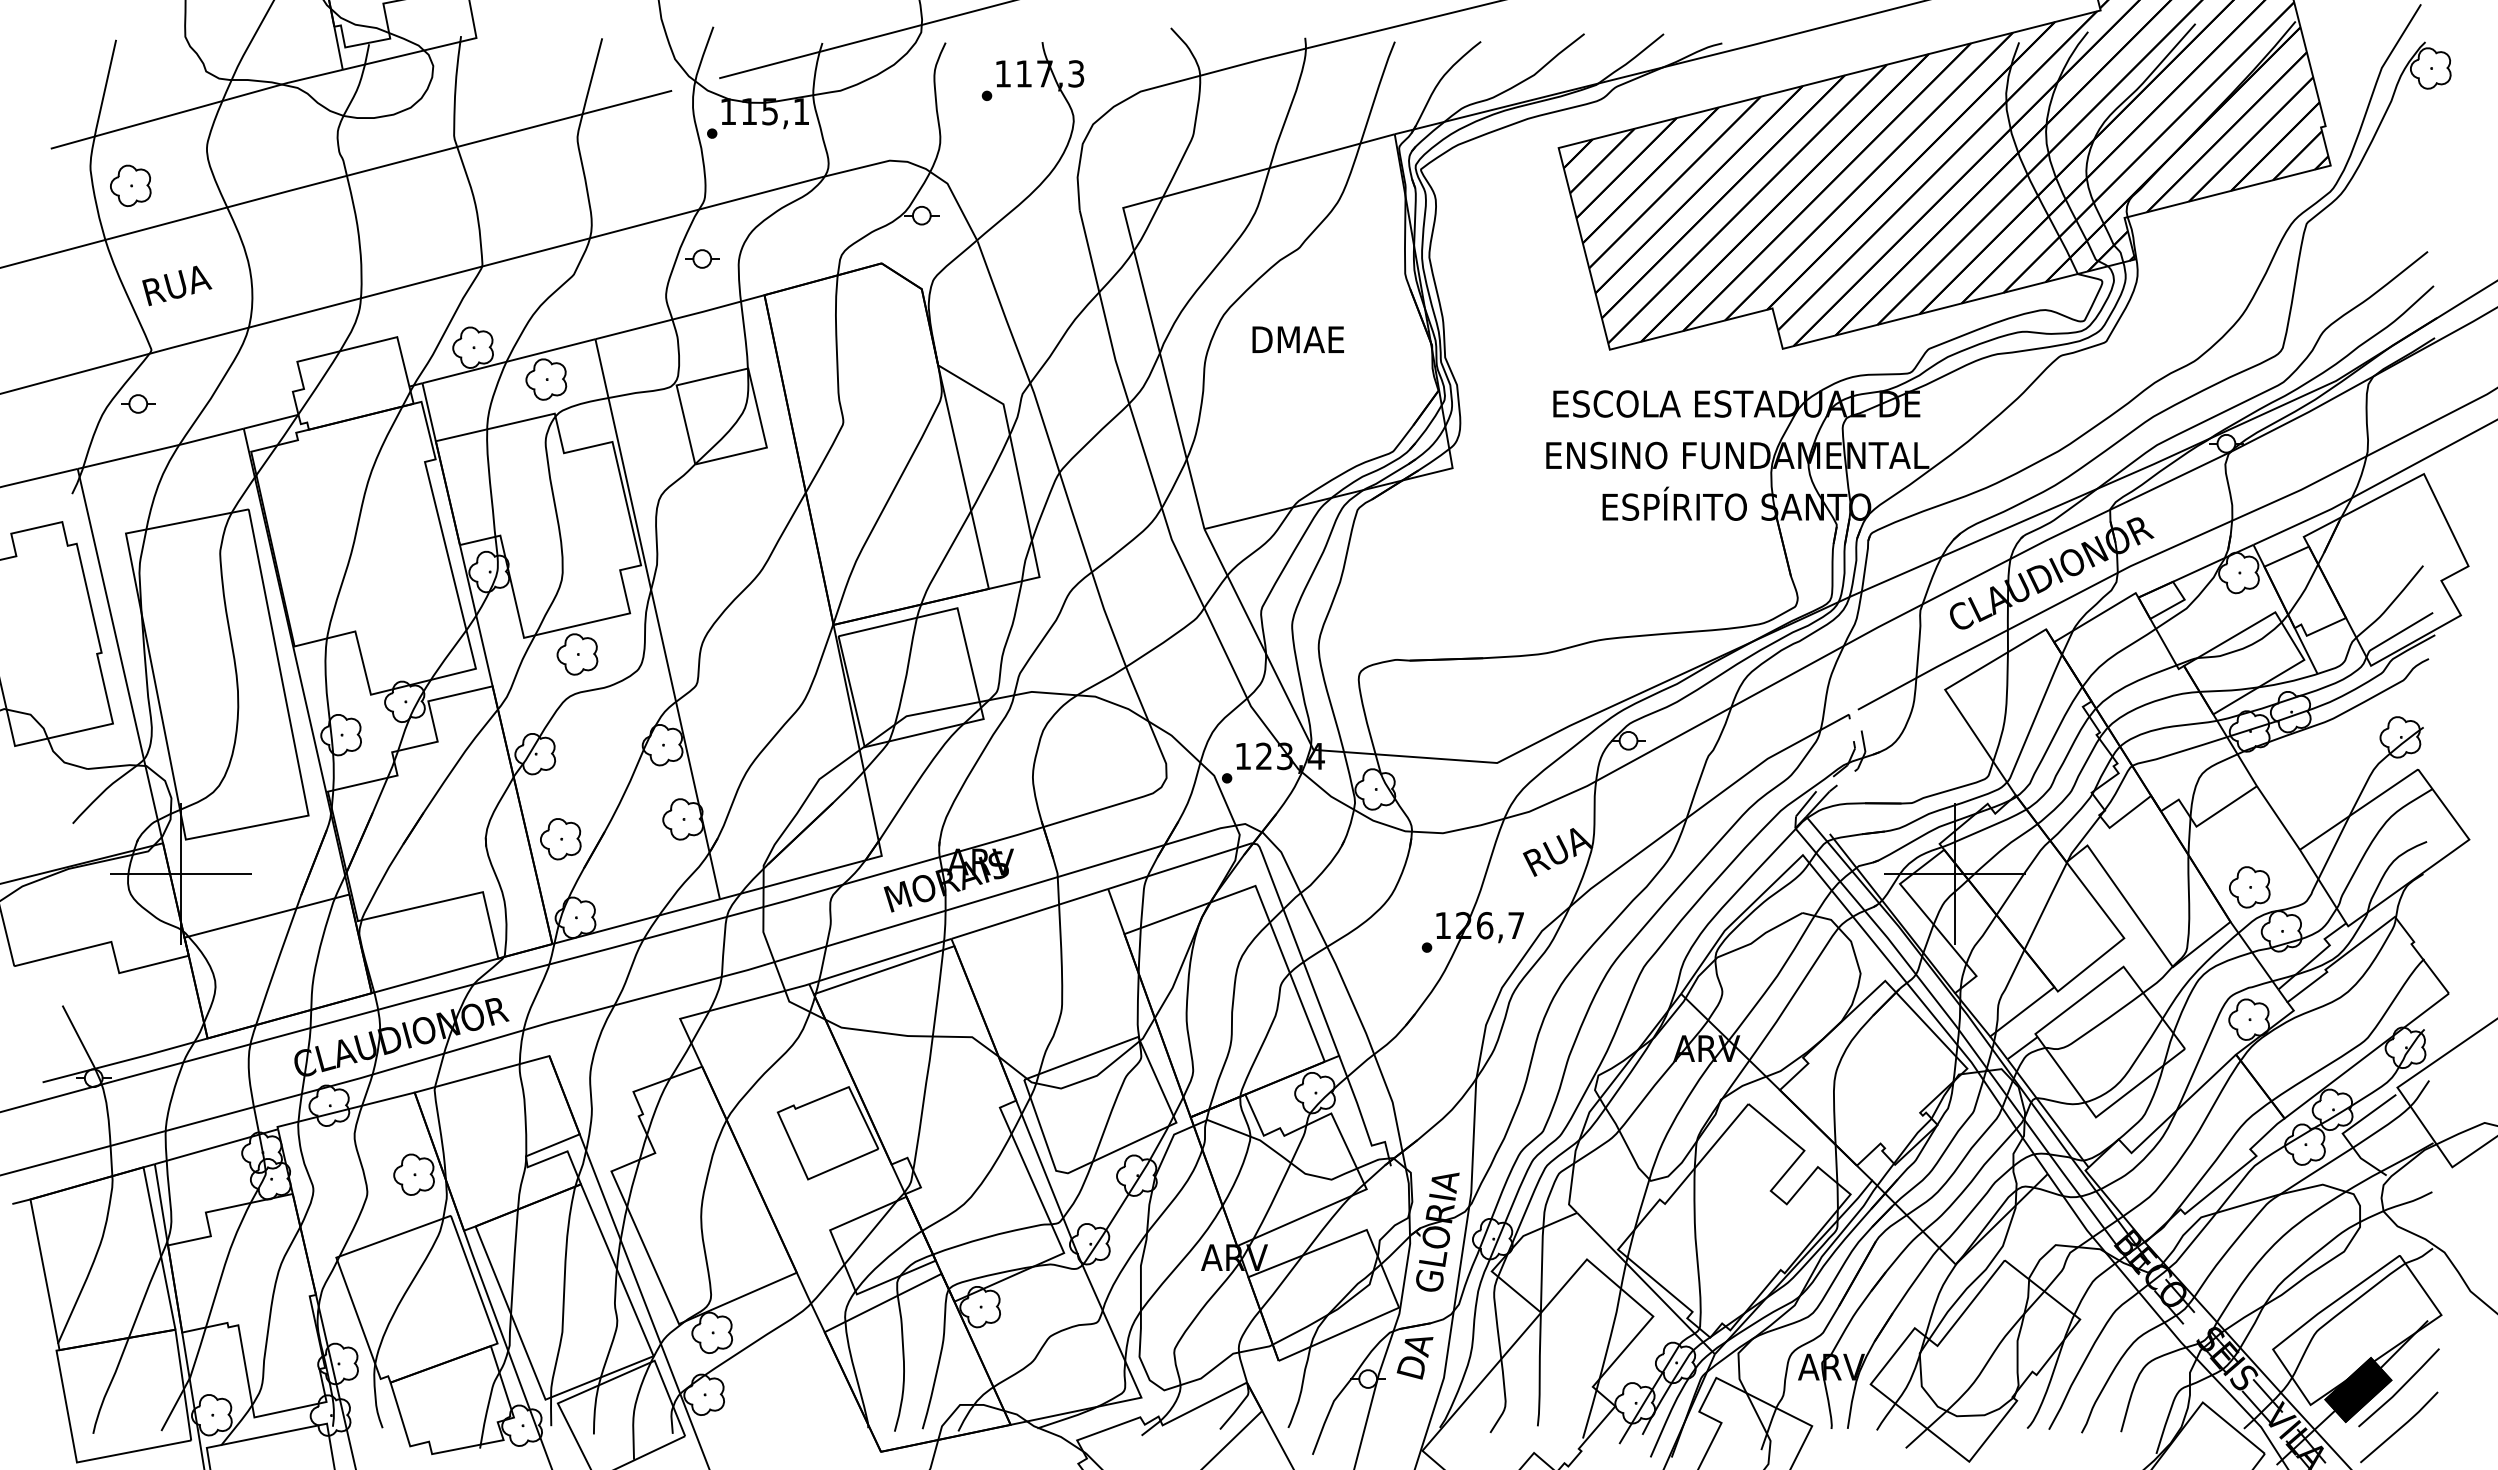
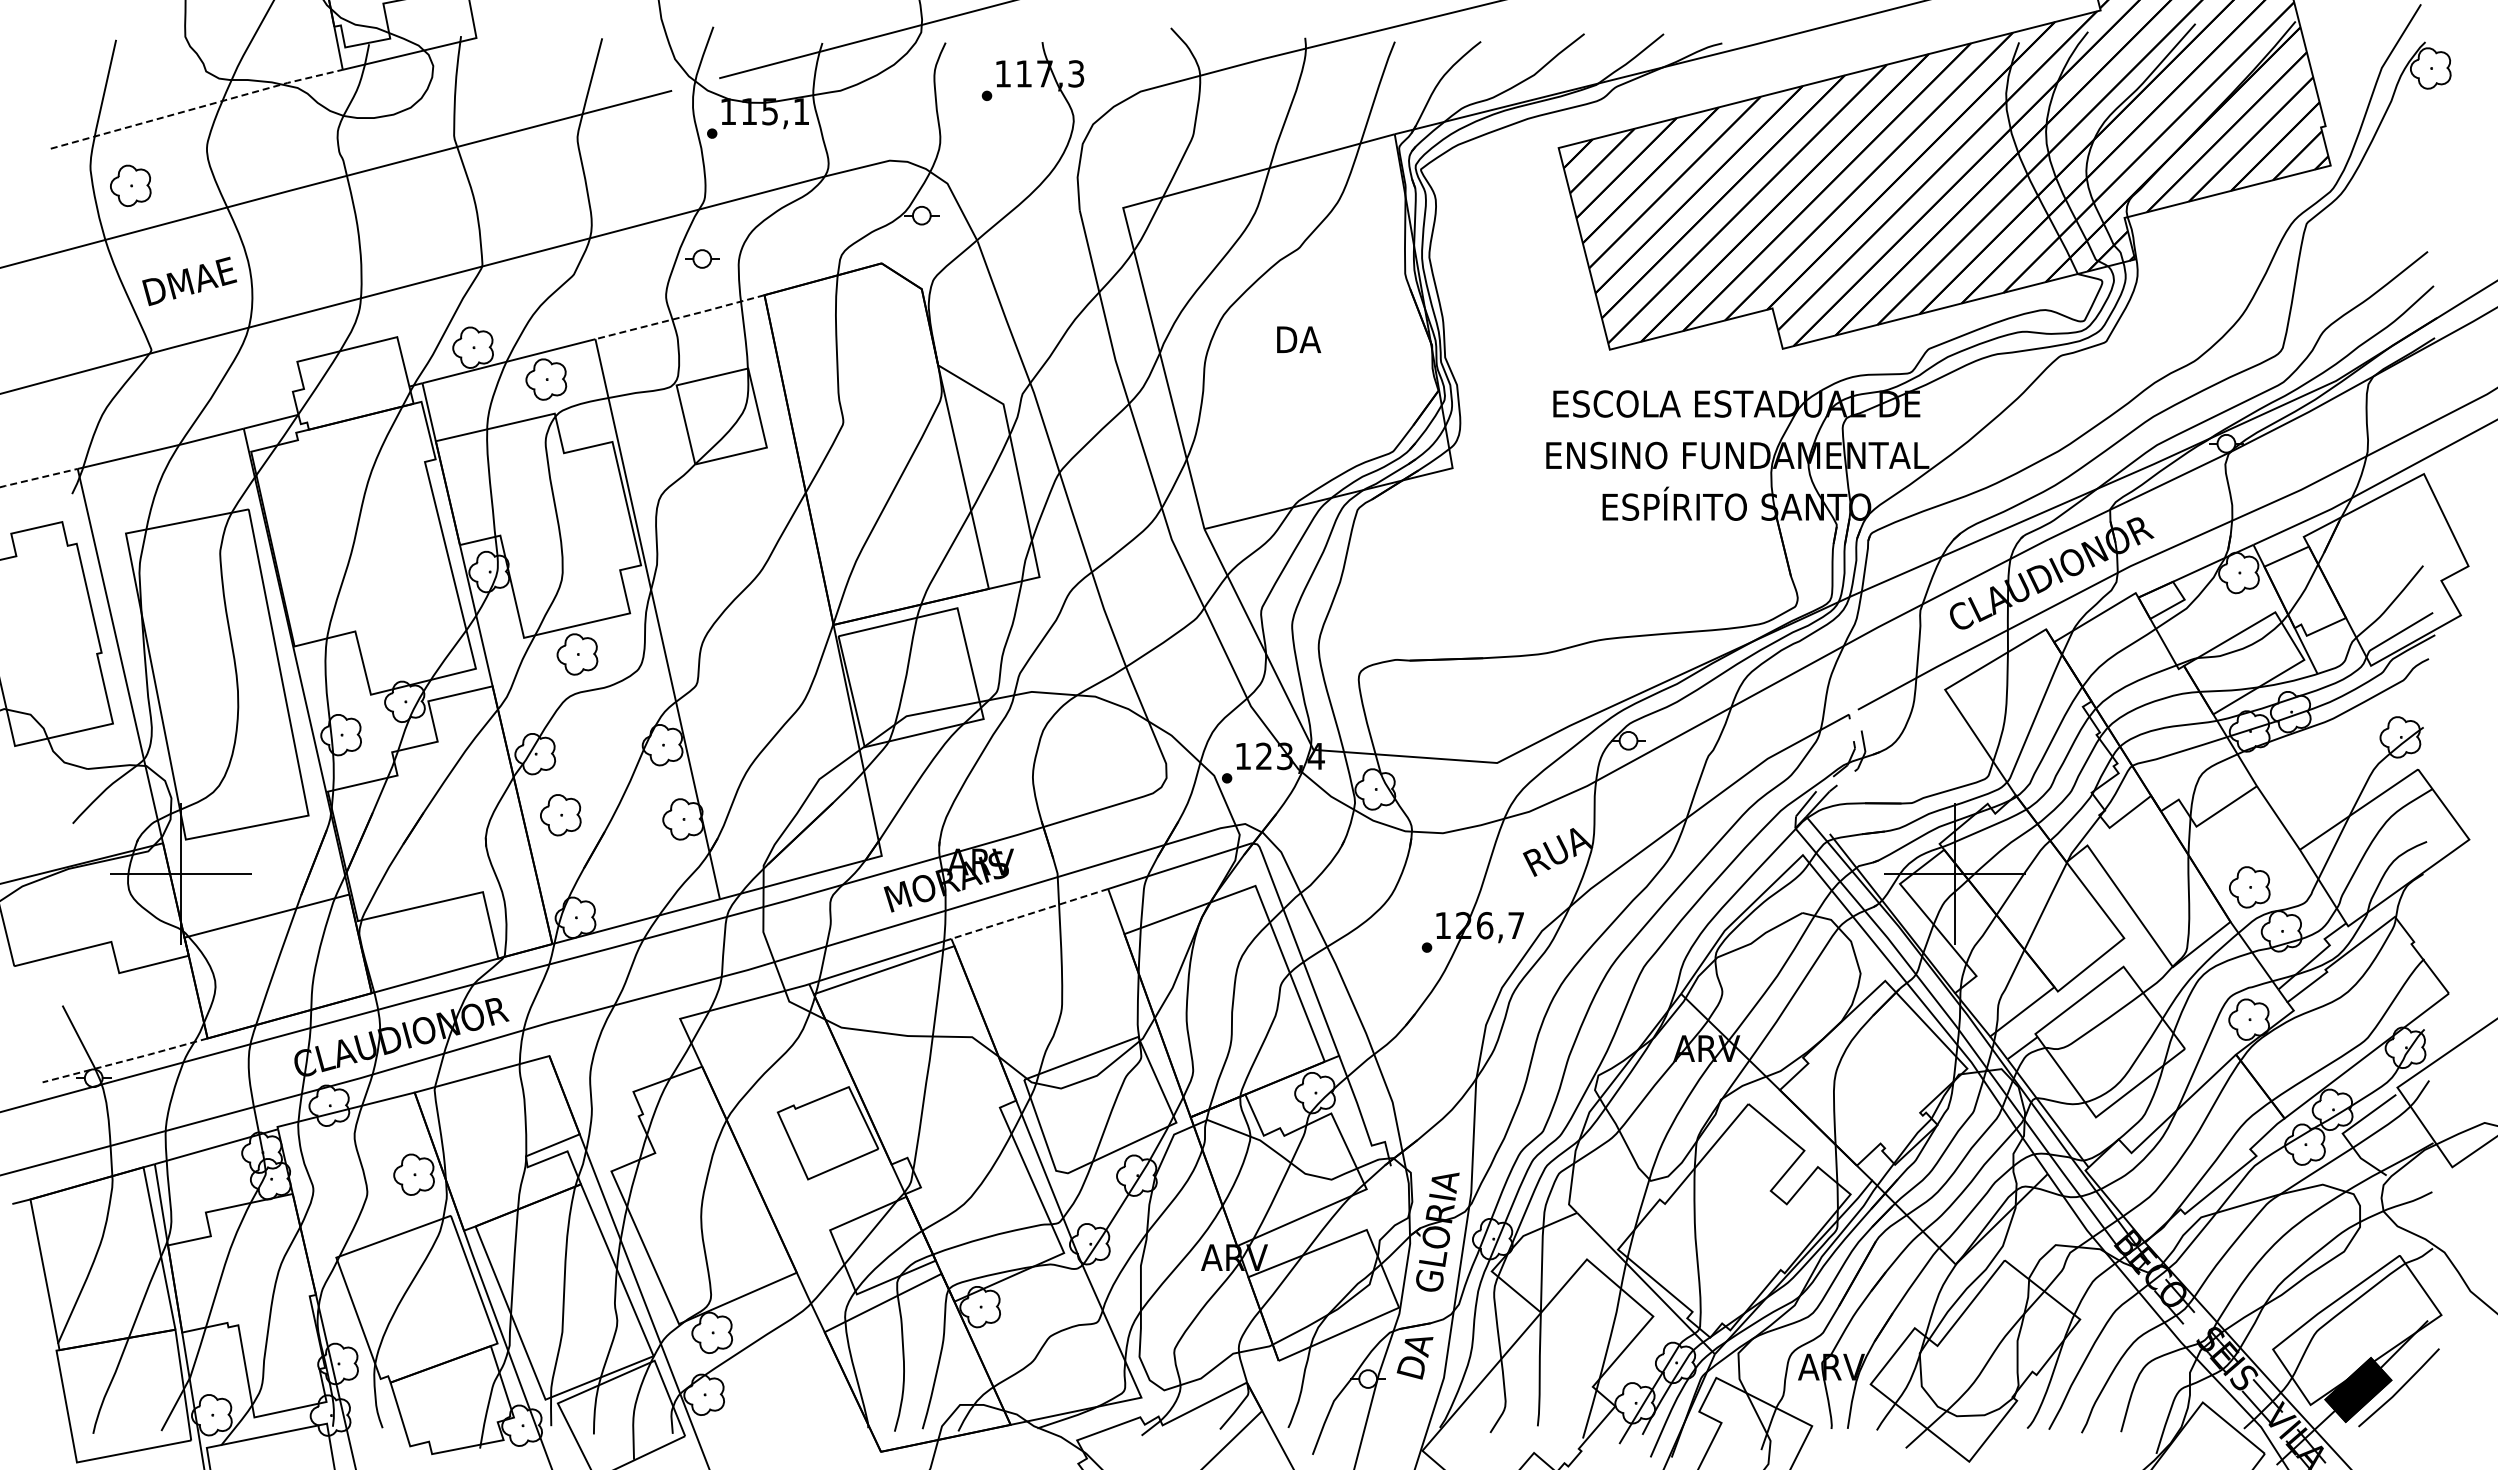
line at (197, 108): solid -> dashed
text at (192, 280): RUA -> DMAE
line at (679, 317): solid -> dashed
text at (1297, 339): DMAE -> DA
part at (138, 403): present -> none
line at (39, 478): solid -> dashed
part at (560, 839) position: (560, 839) -> (560, 815)
line at (1029, 914): solid -> dashed
line at (125, 1060): solid -> dashed
line at (2399, 1427): present -> none
